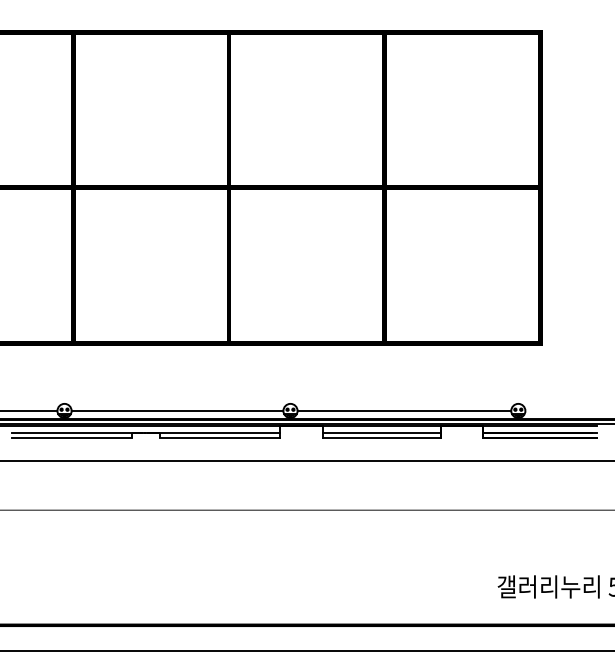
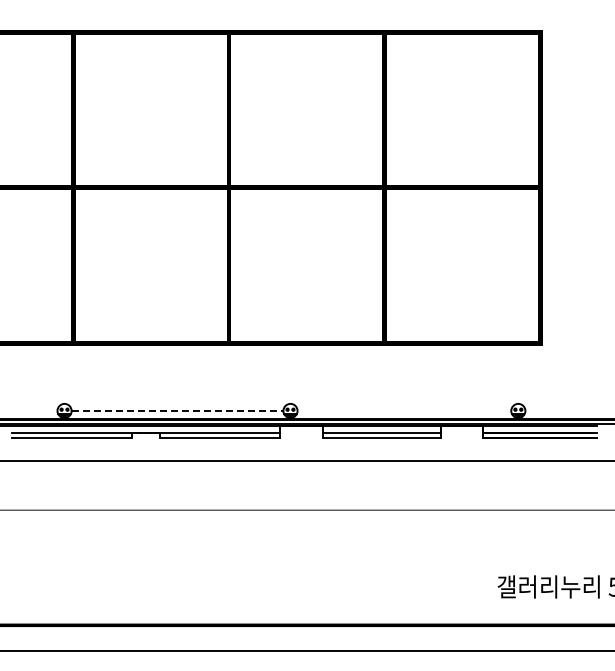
line at (29, 410): present -> none
line at (177, 410): solid -> dashed
line at (404, 410): present -> none
